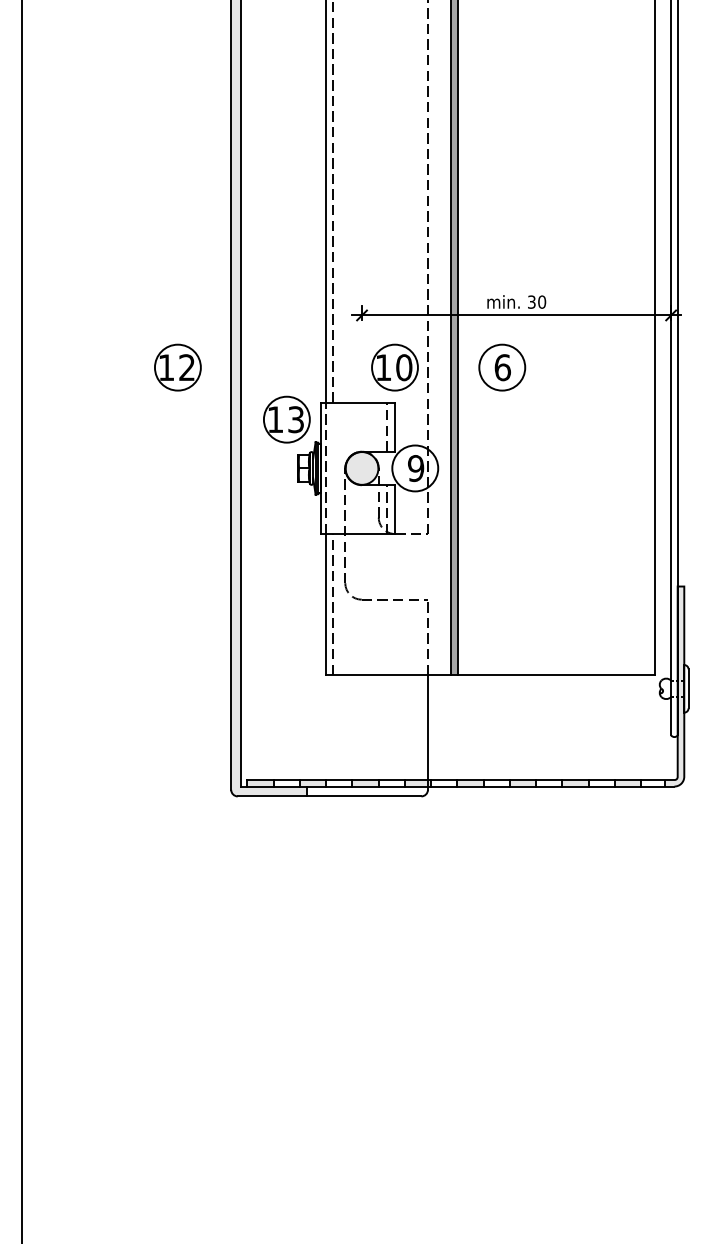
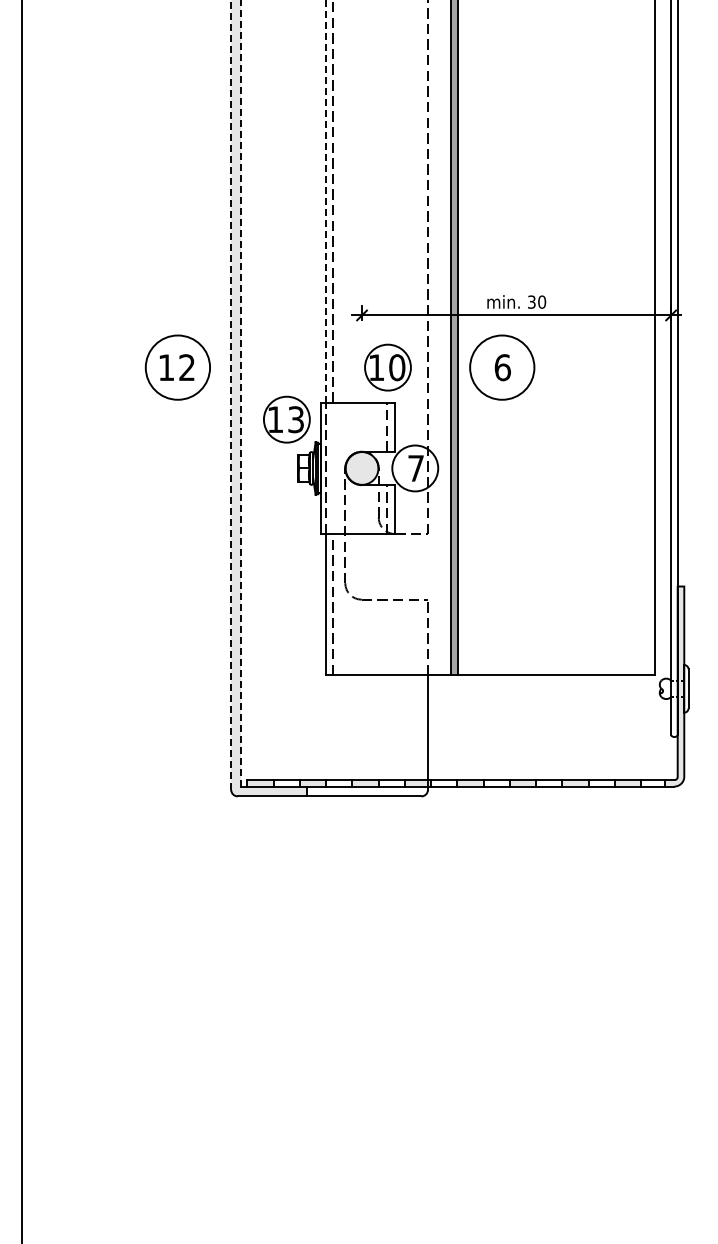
line at (326, 201): solid -> dashed
circle at (177, 367) diameter: 46 px -> 64 px
part at (394, 367) position: (394, 367) -> (387, 367)
circle at (502, 367) diameter: 46 px -> 64 px
line at (241, 393): solid -> dashed
line at (231, 394): solid -> dashed
text at (416, 468): 9 -> 7
